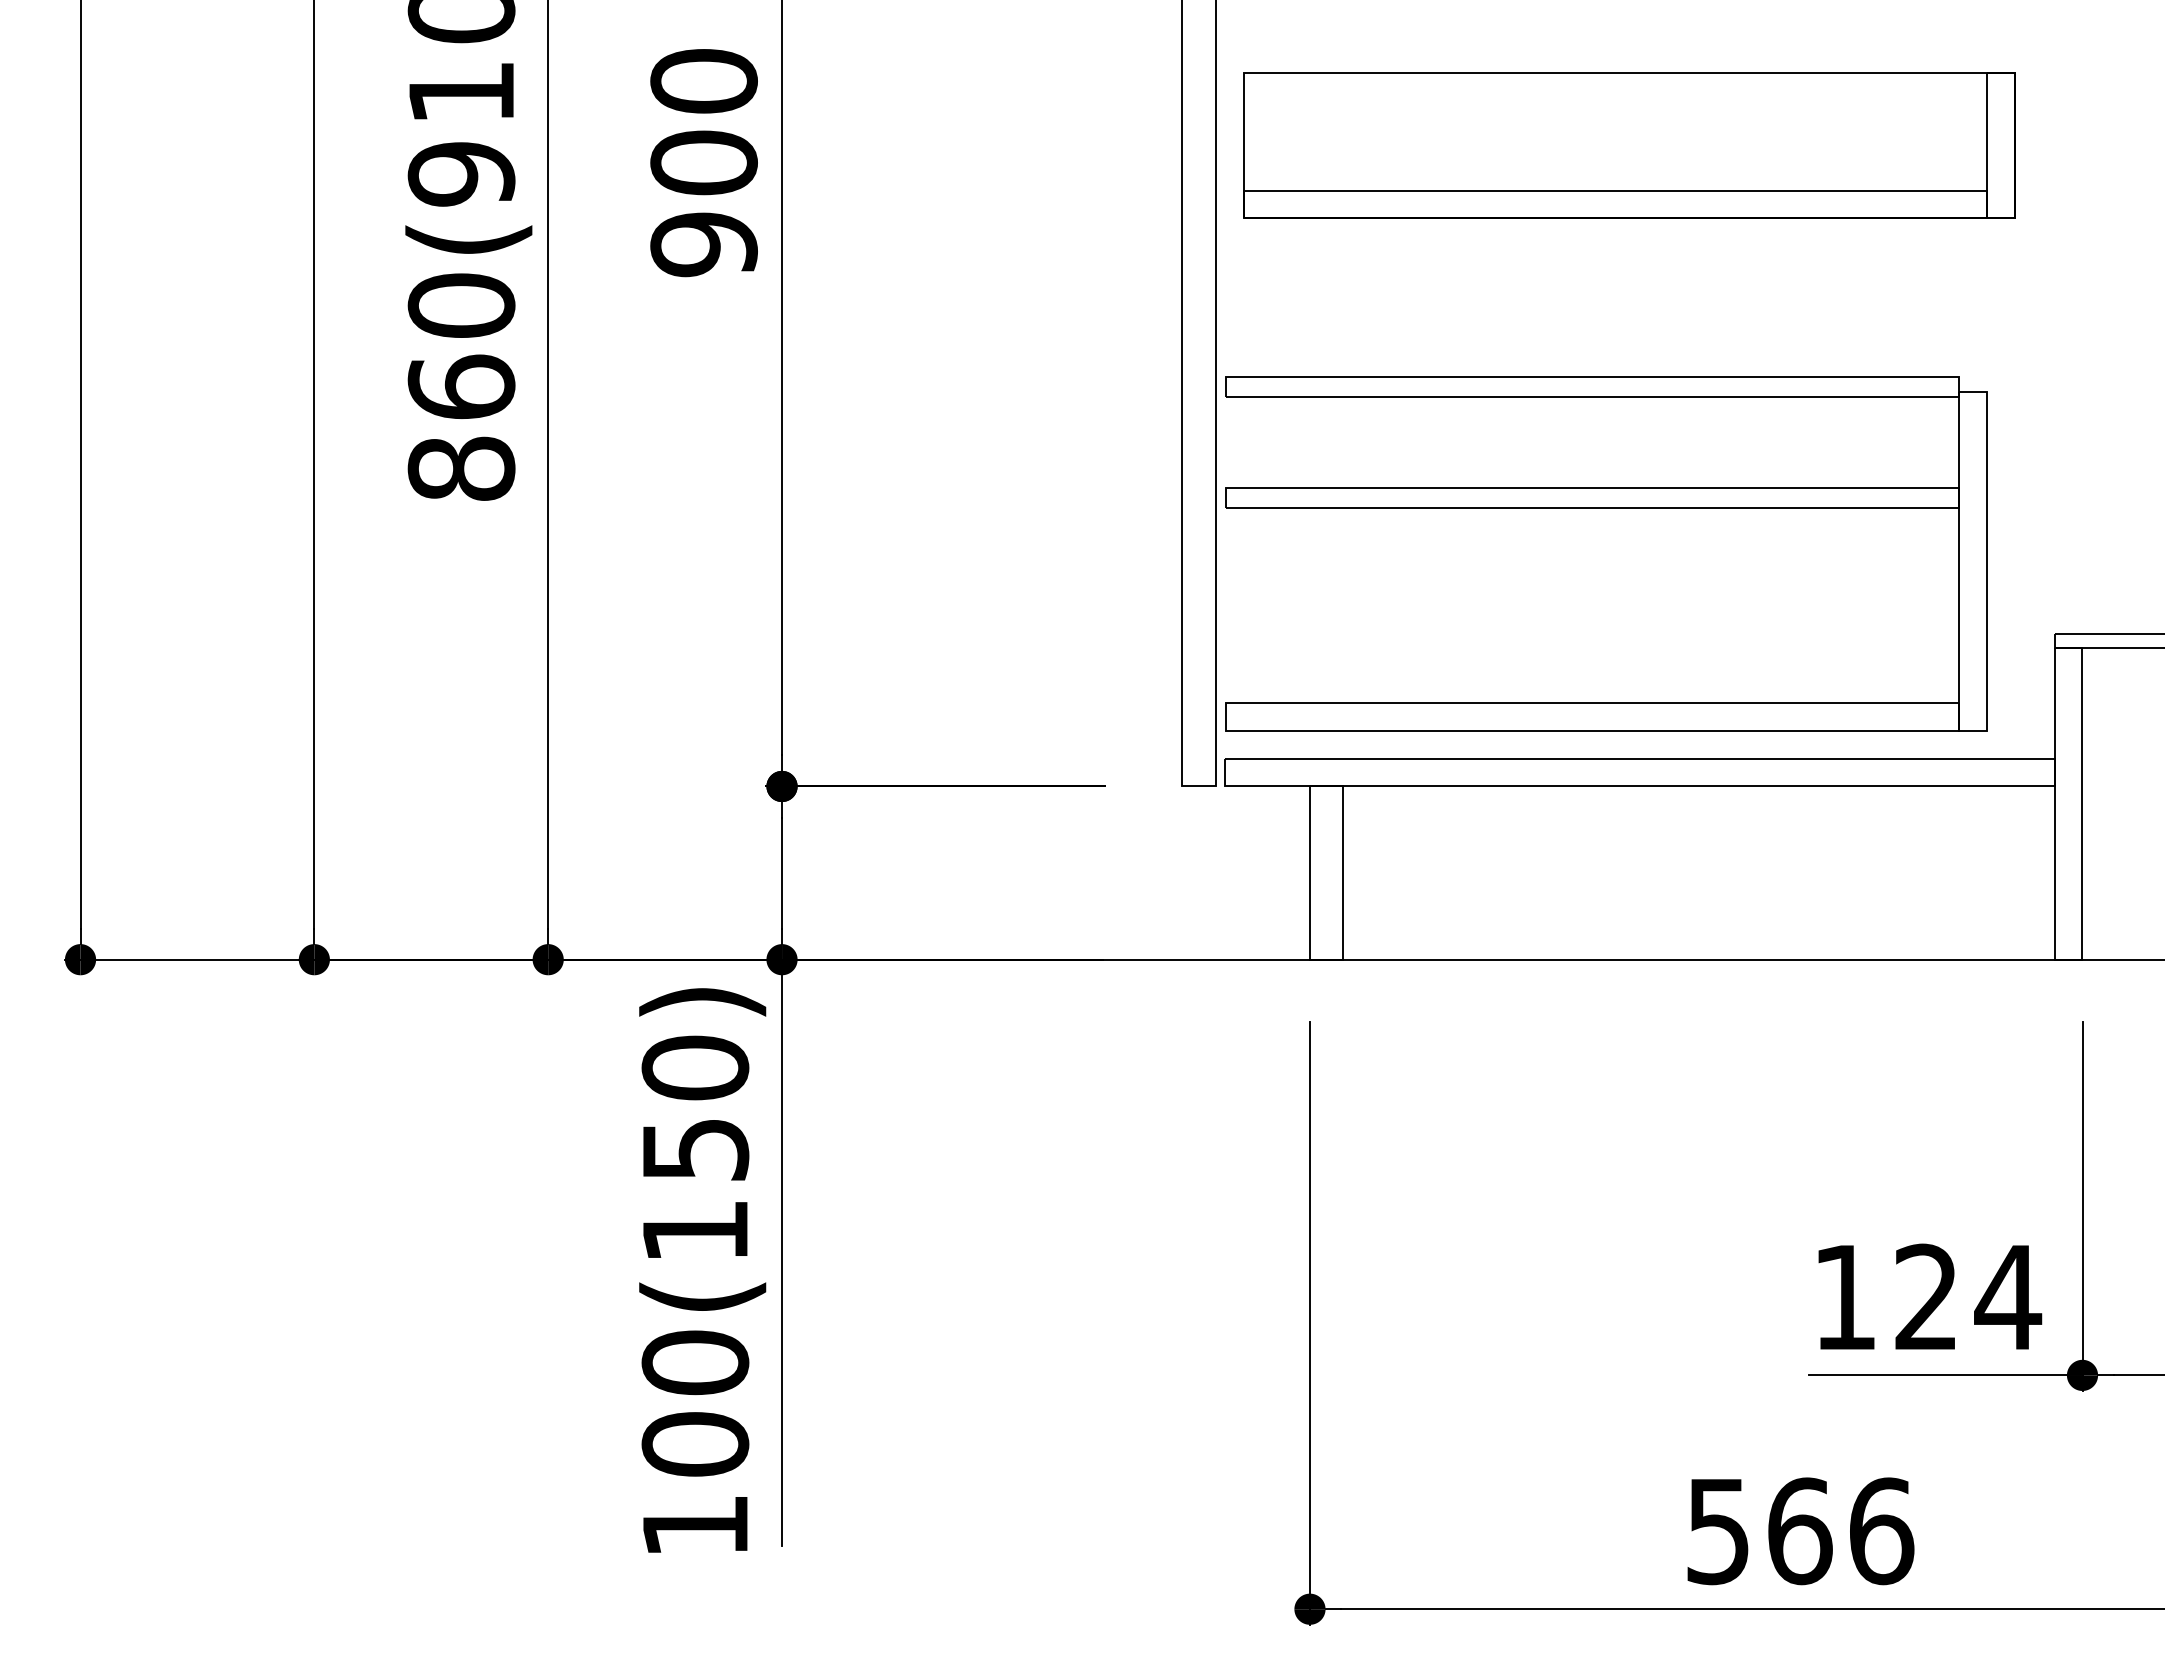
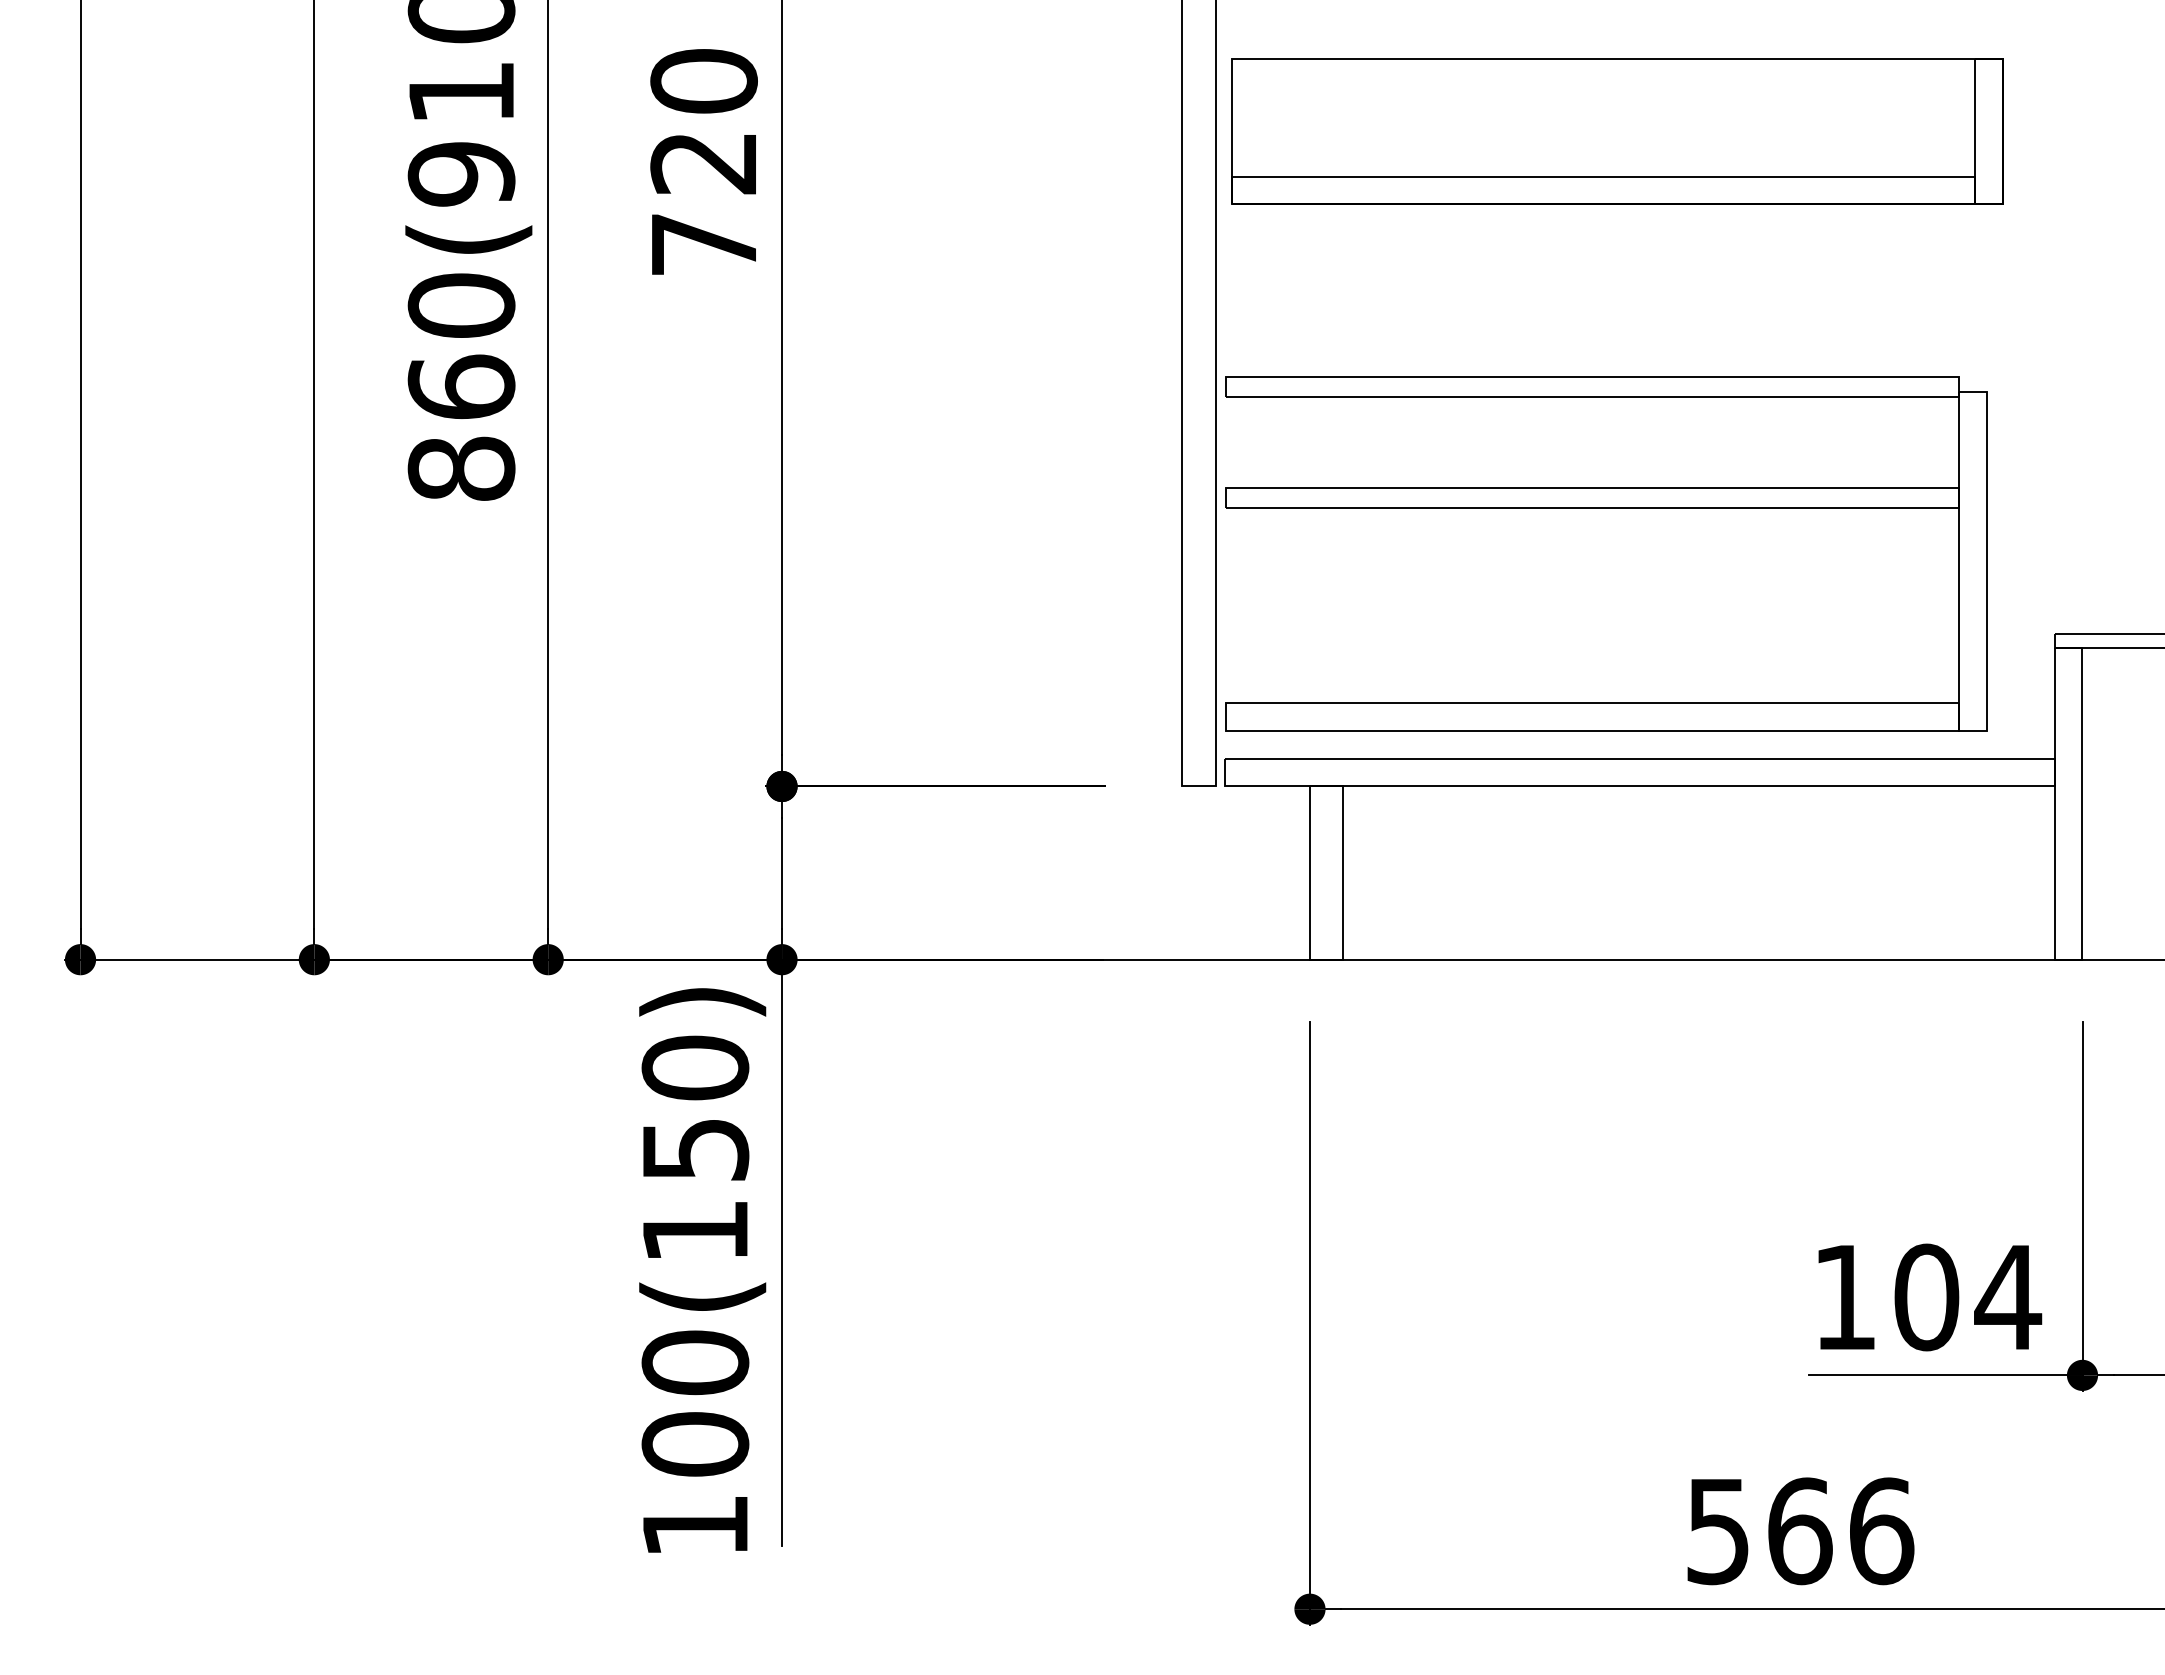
part at (1629, 145) position: (1629, 145) -> (1617, 131)
text at (703, 203): 900 -> 720
text at (1926, 1297): 124 -> 104
